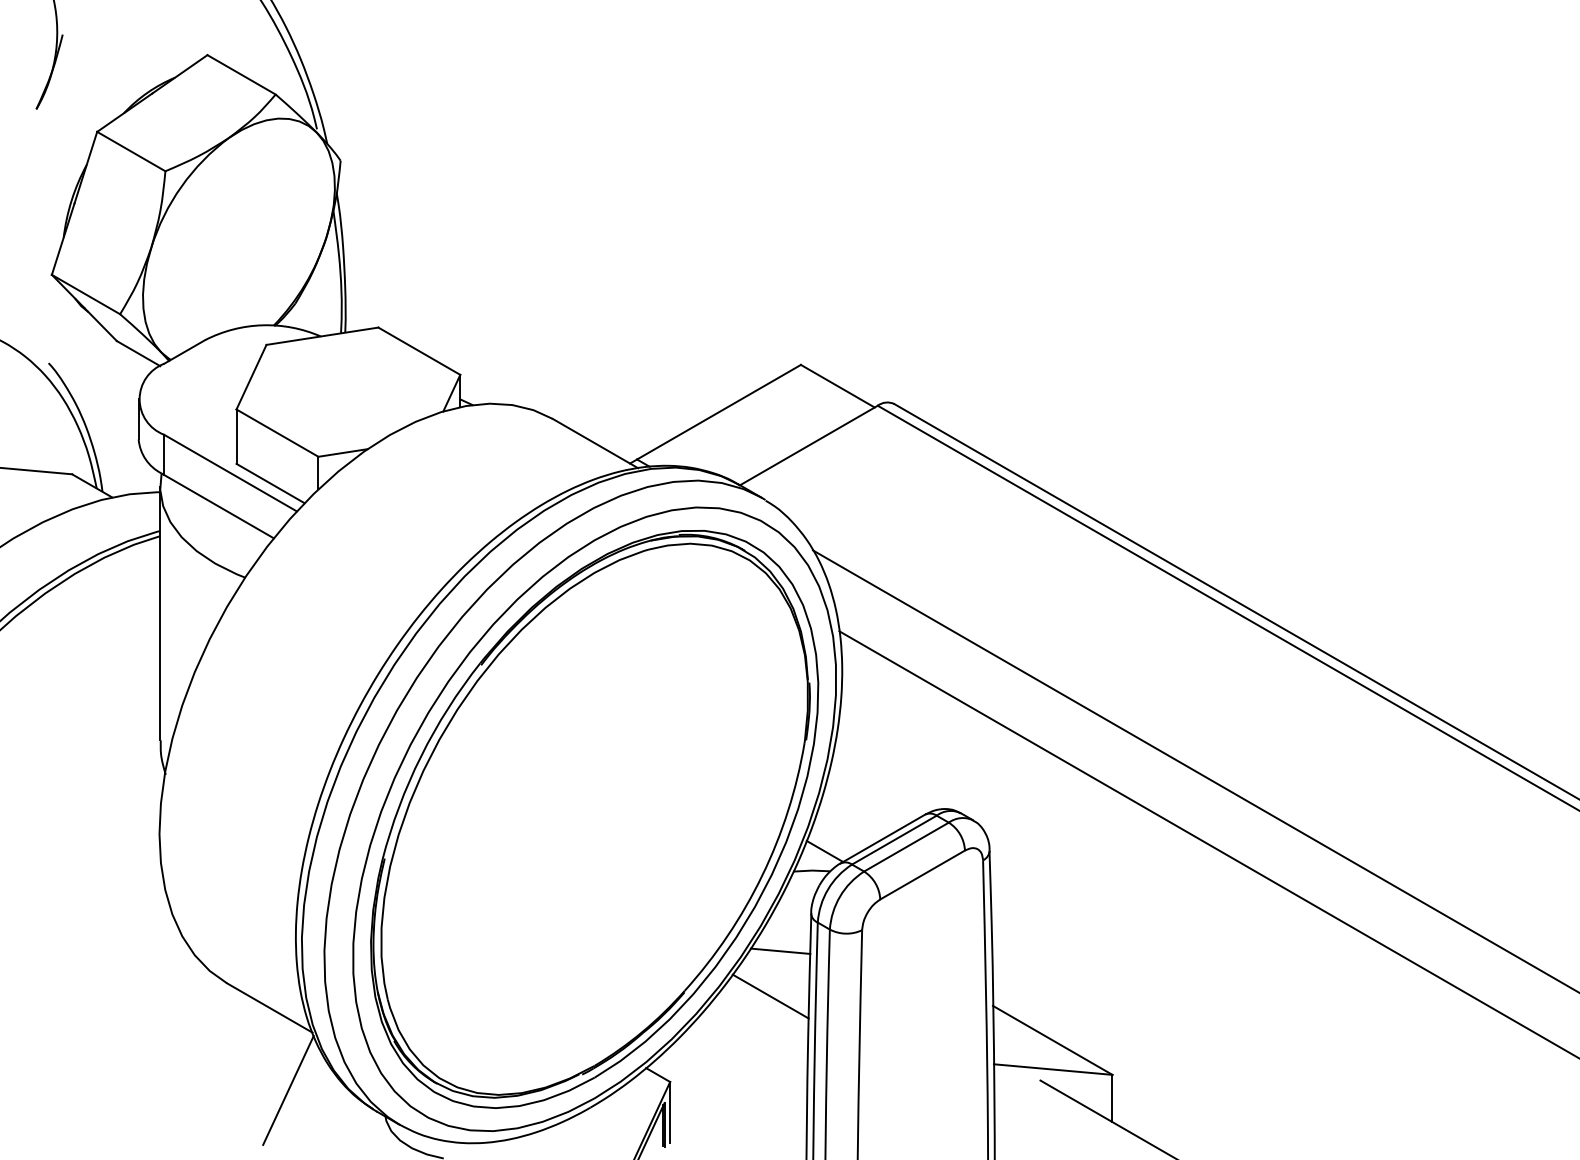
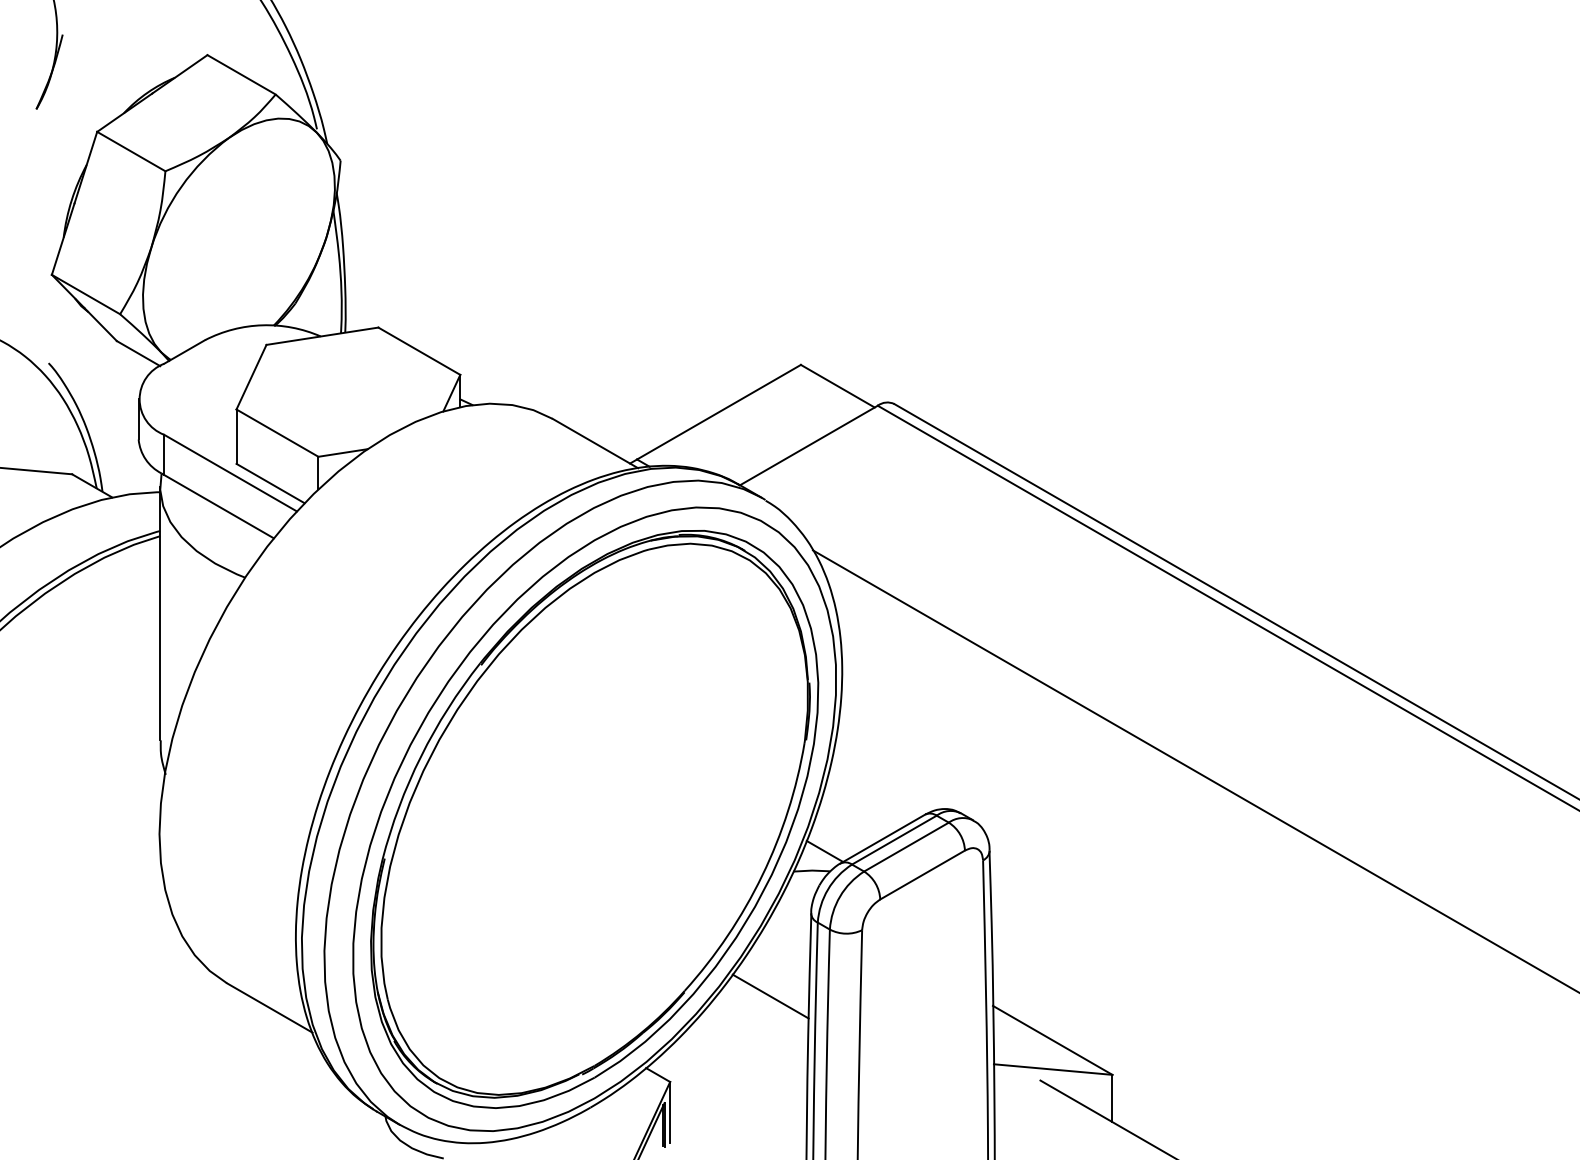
line at (1207, 843): present -> none
line at (780, 950): present -> none
line at (288, 1089): present -> none
